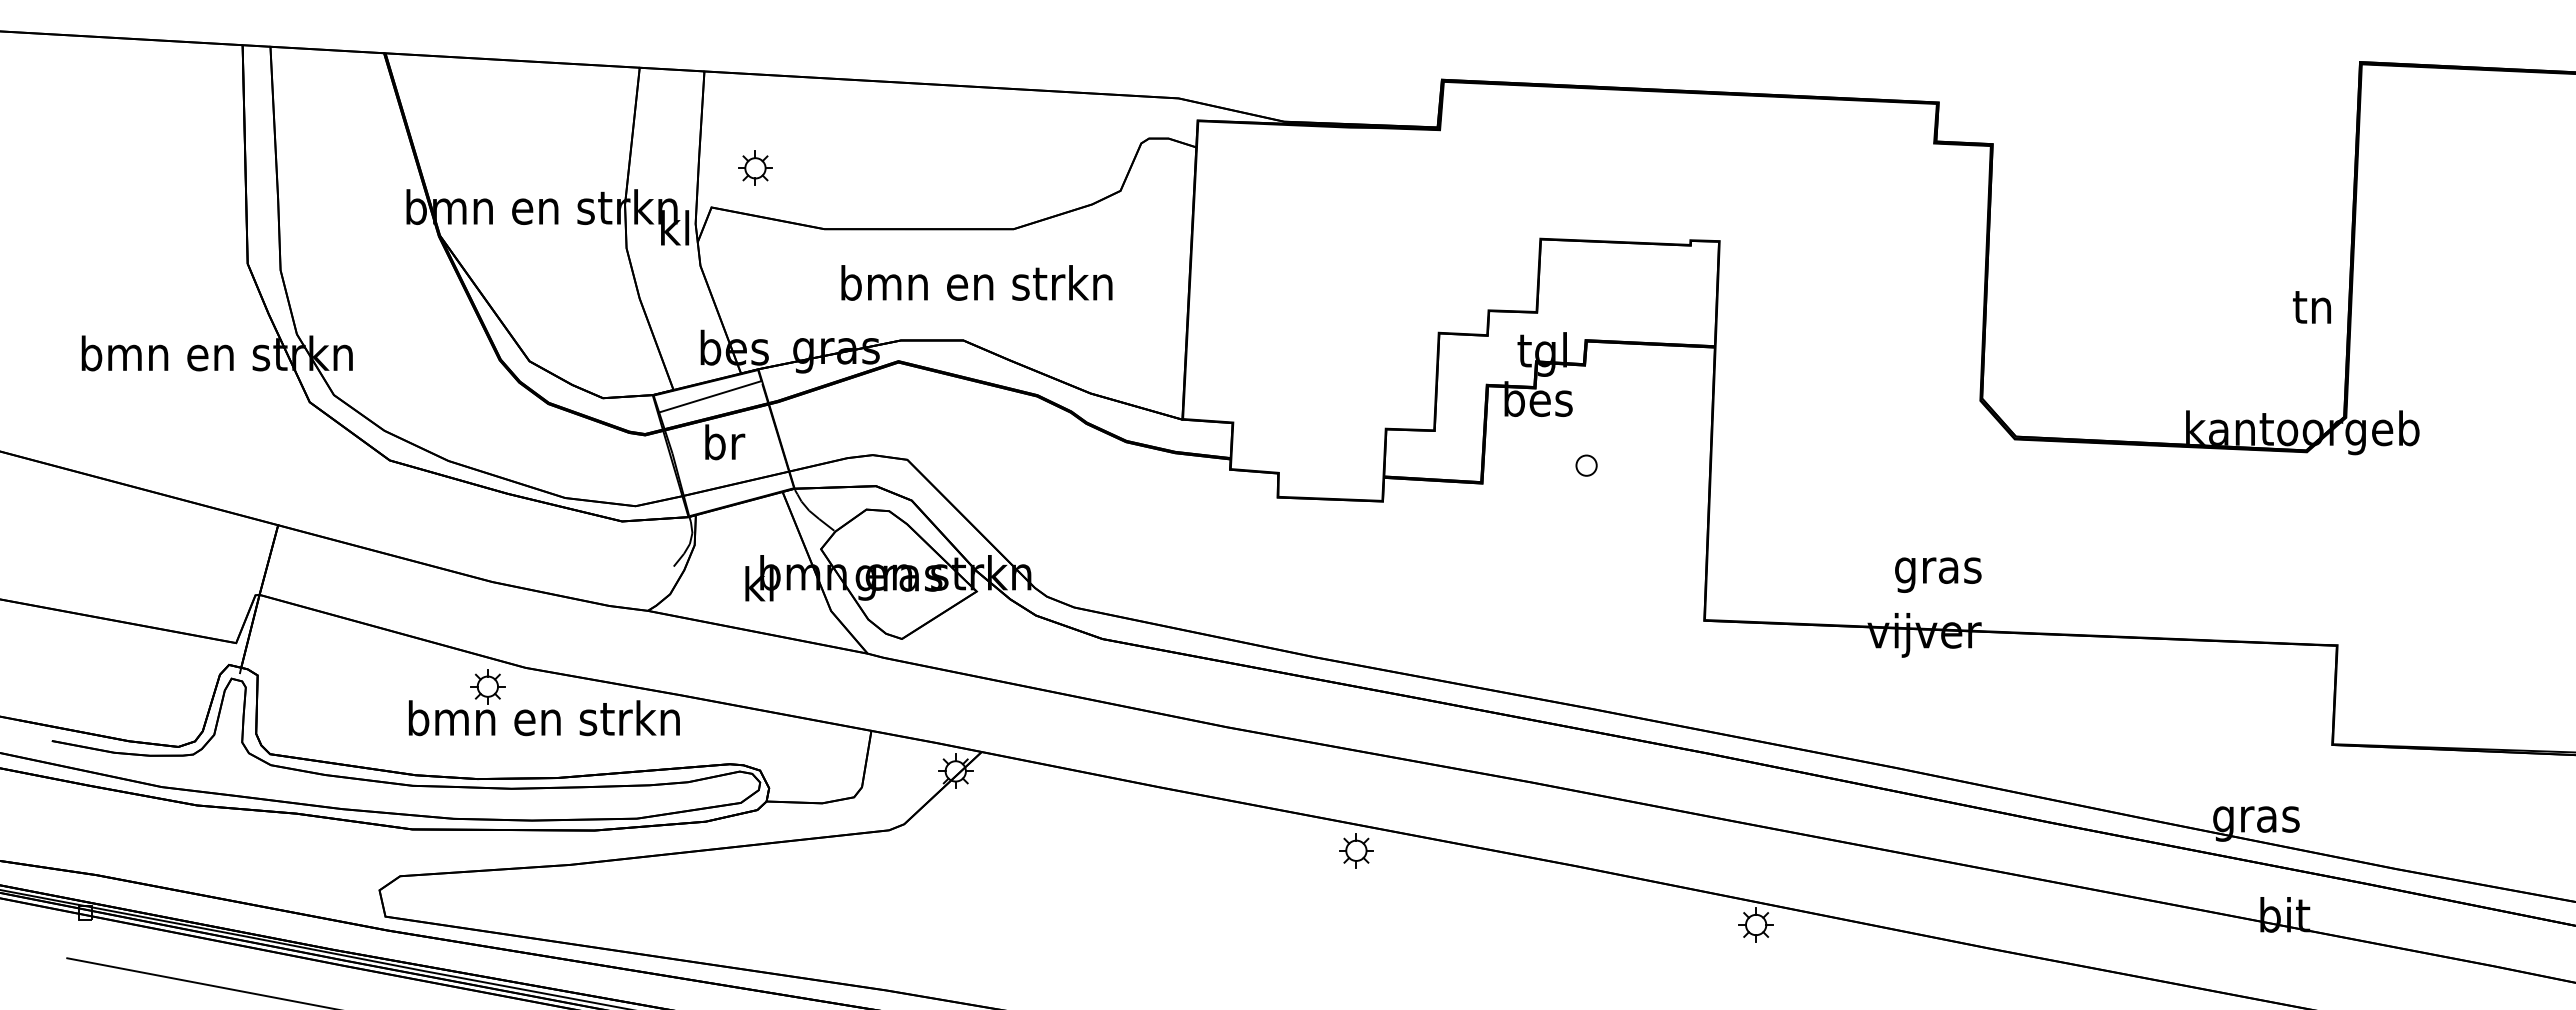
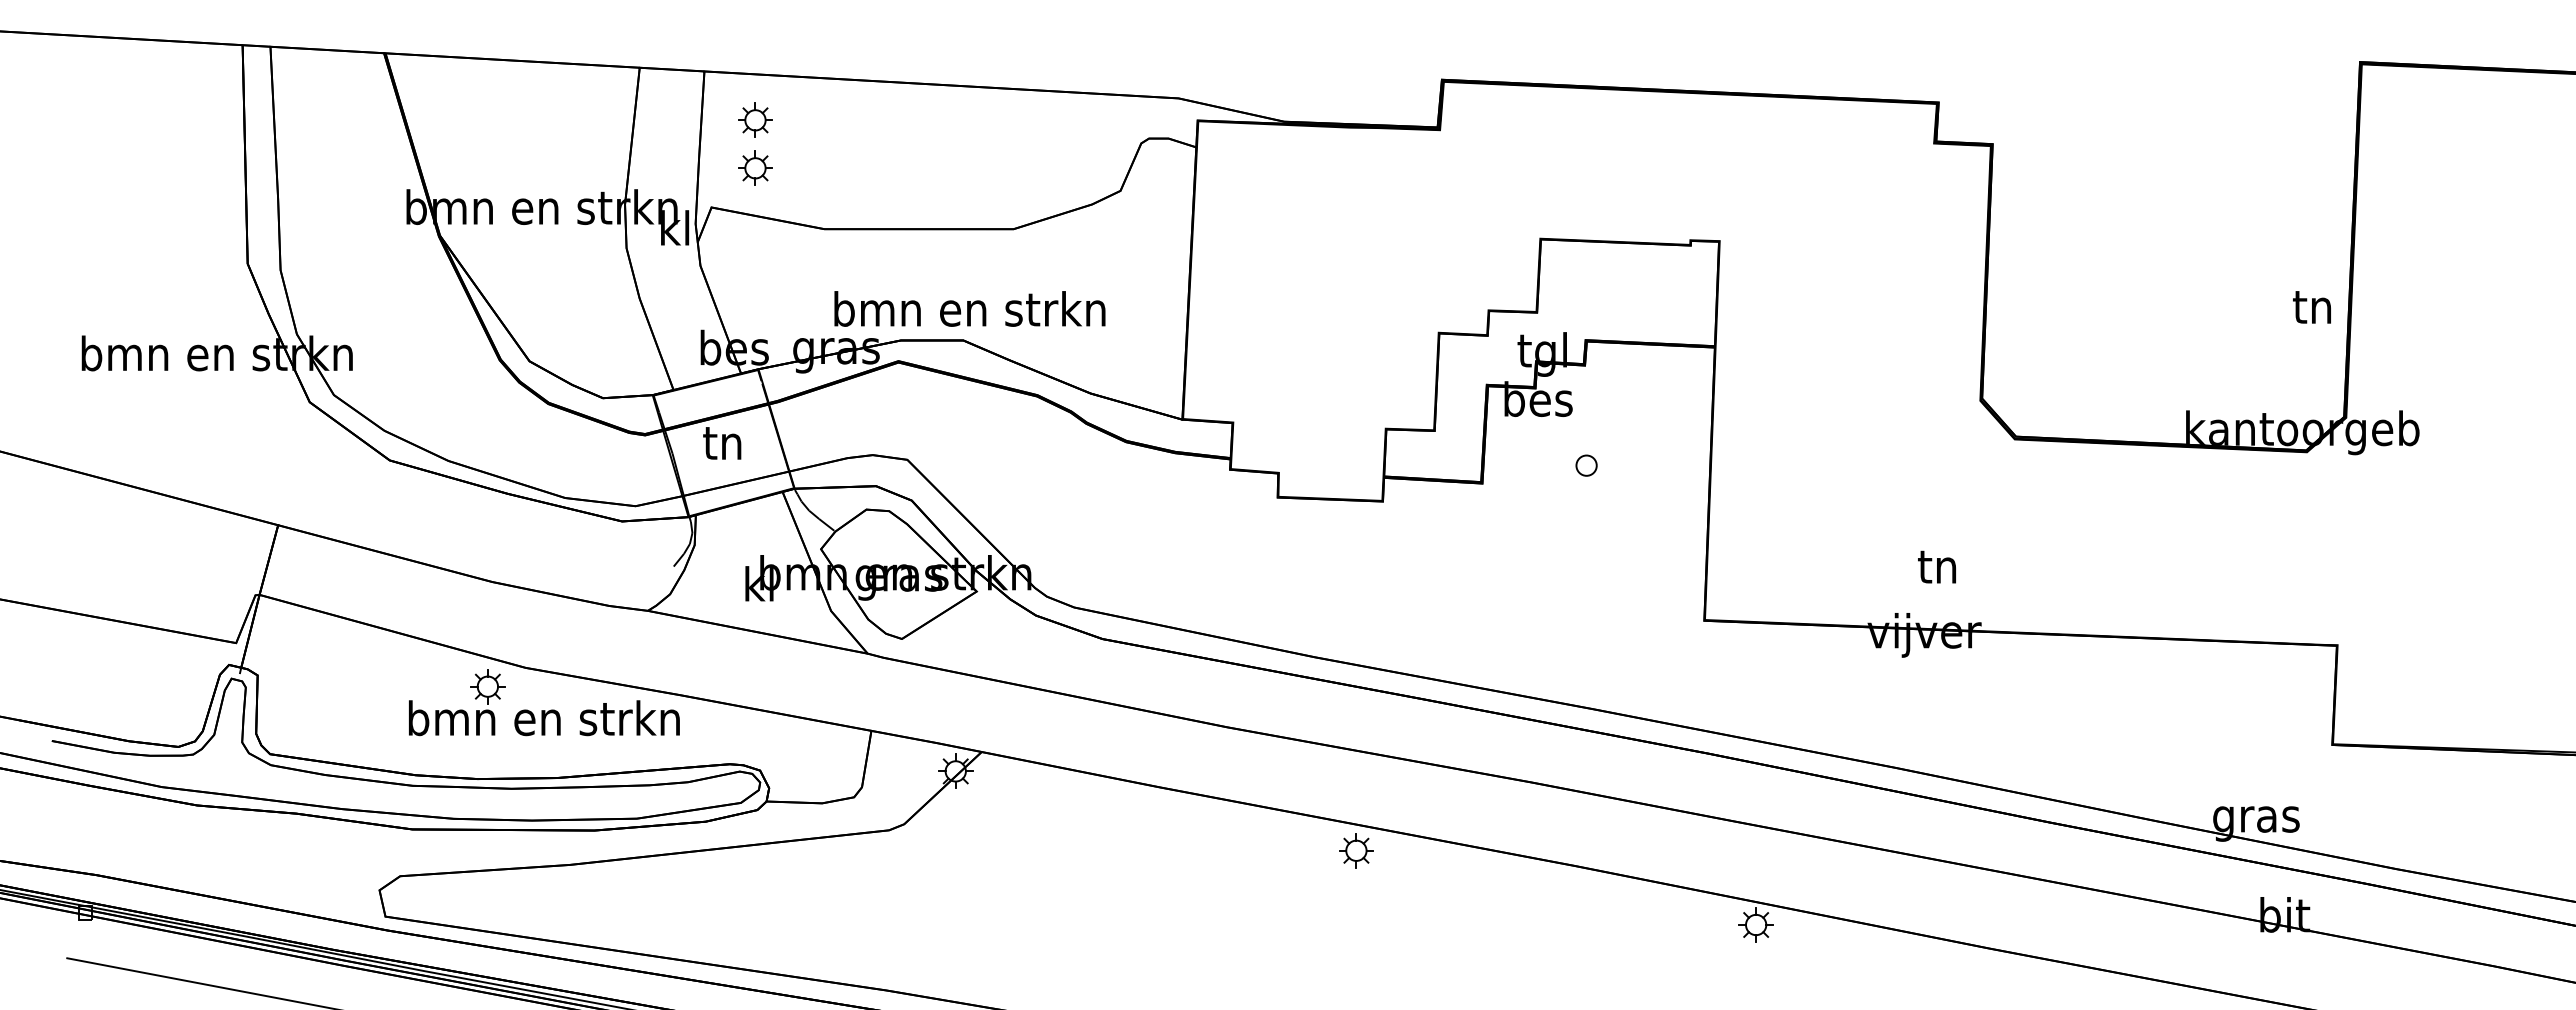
part at (755, 119): none -> present
text at (976, 282) position: (976, 282) -> (969, 308)
line at (710, 396): present -> none
text at (724, 442): br -> tn
text at (1938, 571): gras -> tn
